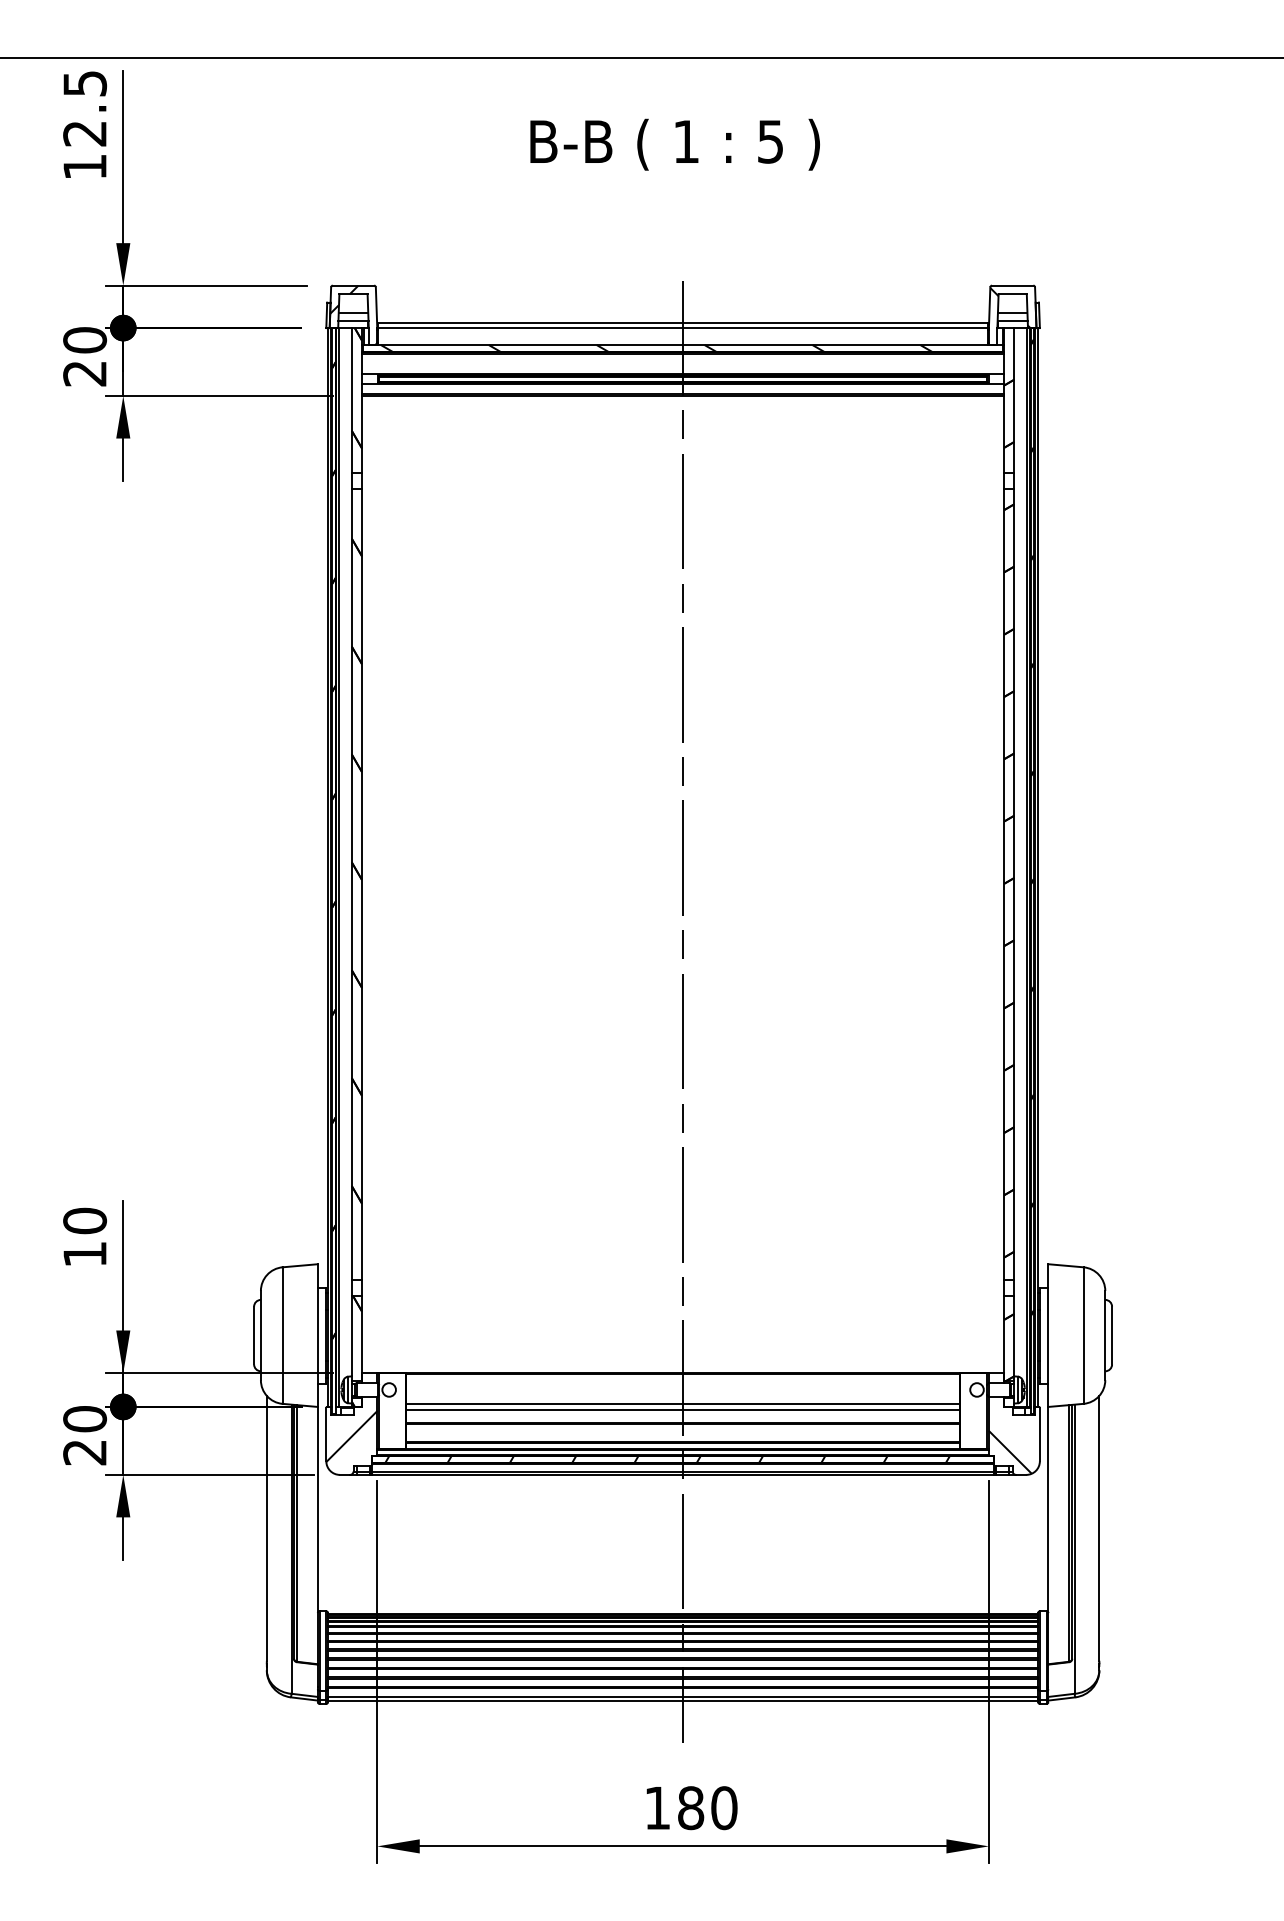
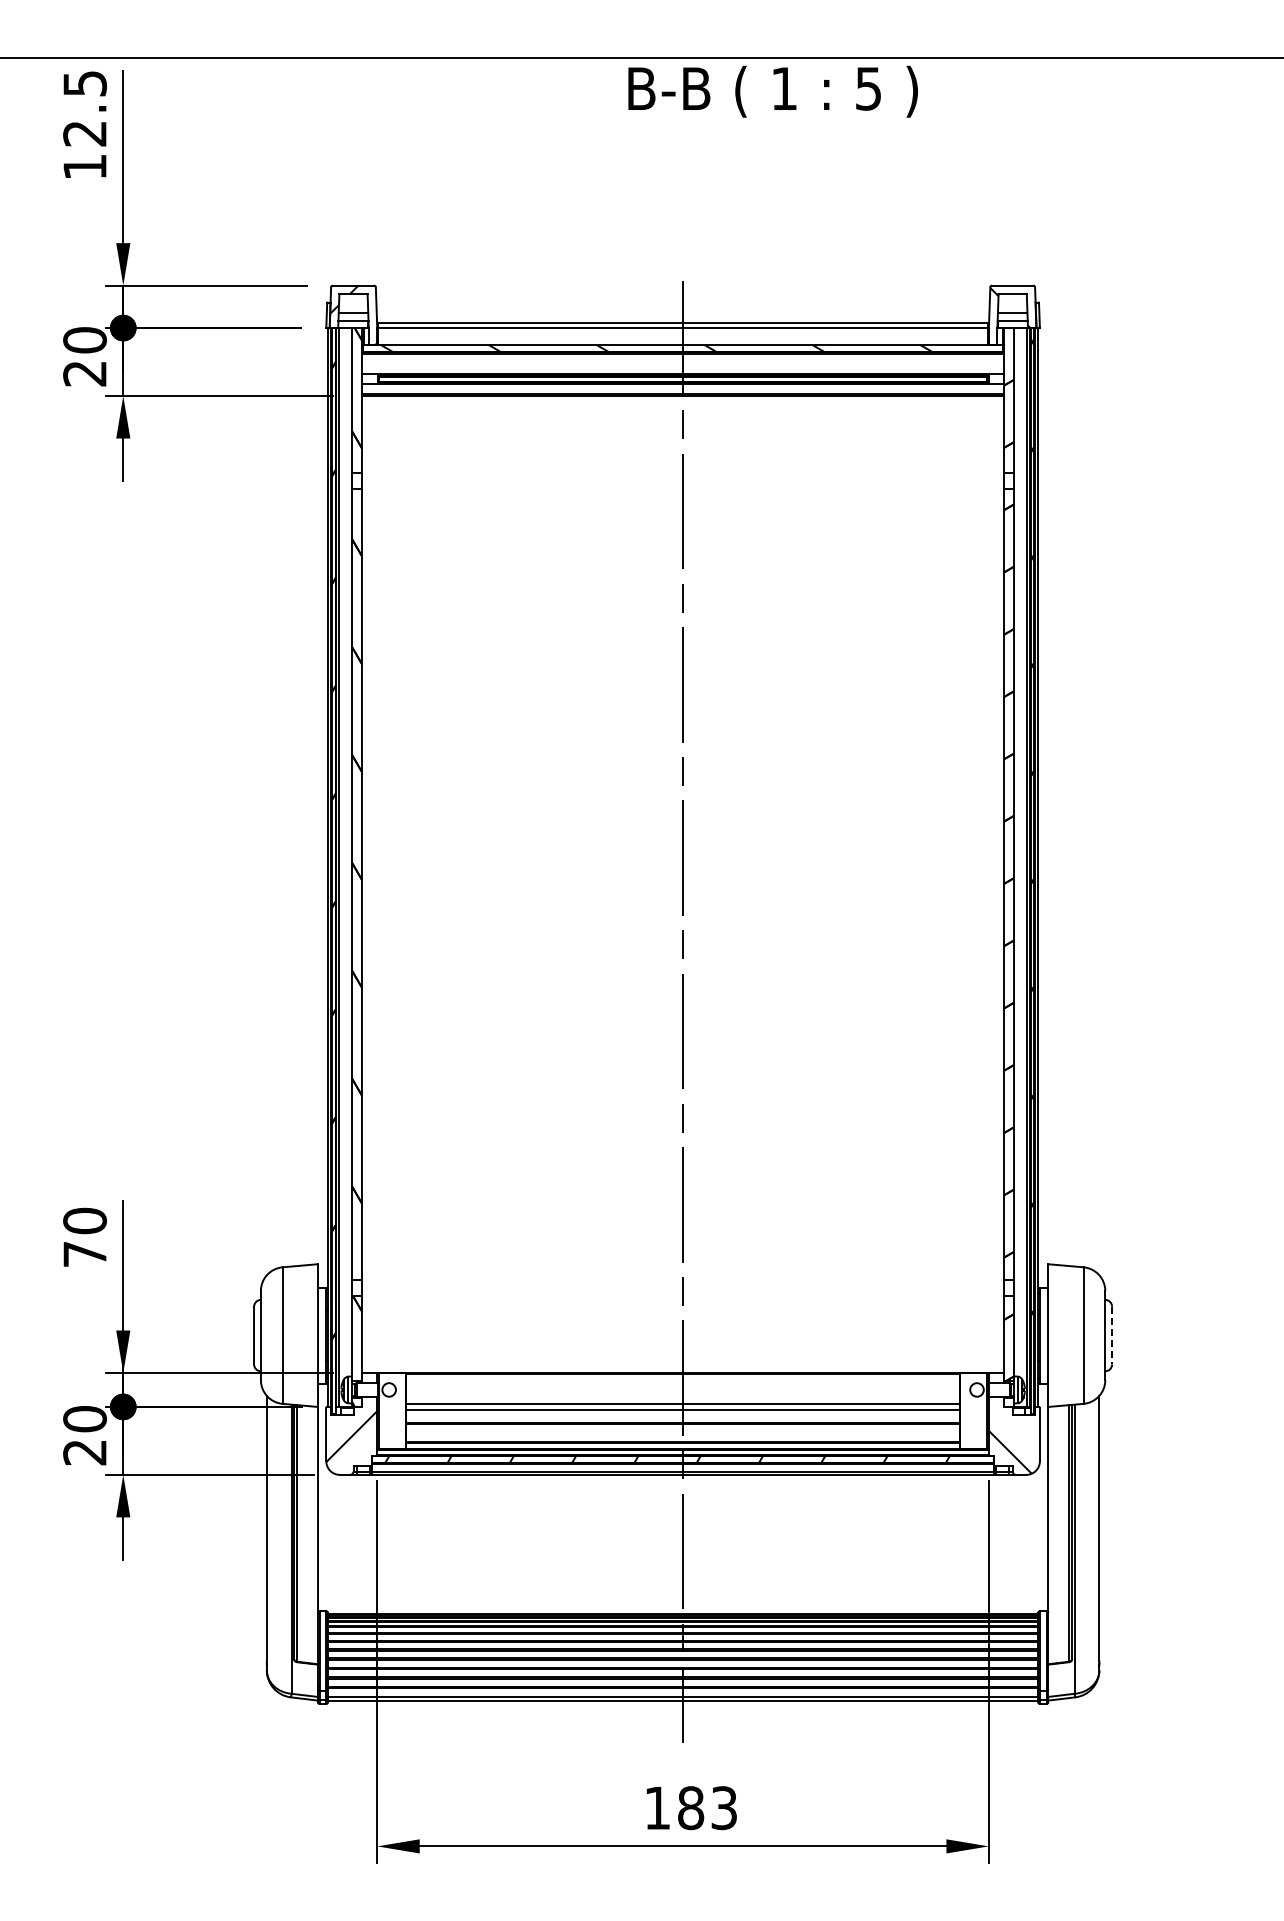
text at (674, 144) position: (674, 144) -> (772, 91)
text at (84, 1254): 10 -> 70
line at (1112, 1335): solid -> dashed
text at (724, 1808): 180 -> 183
